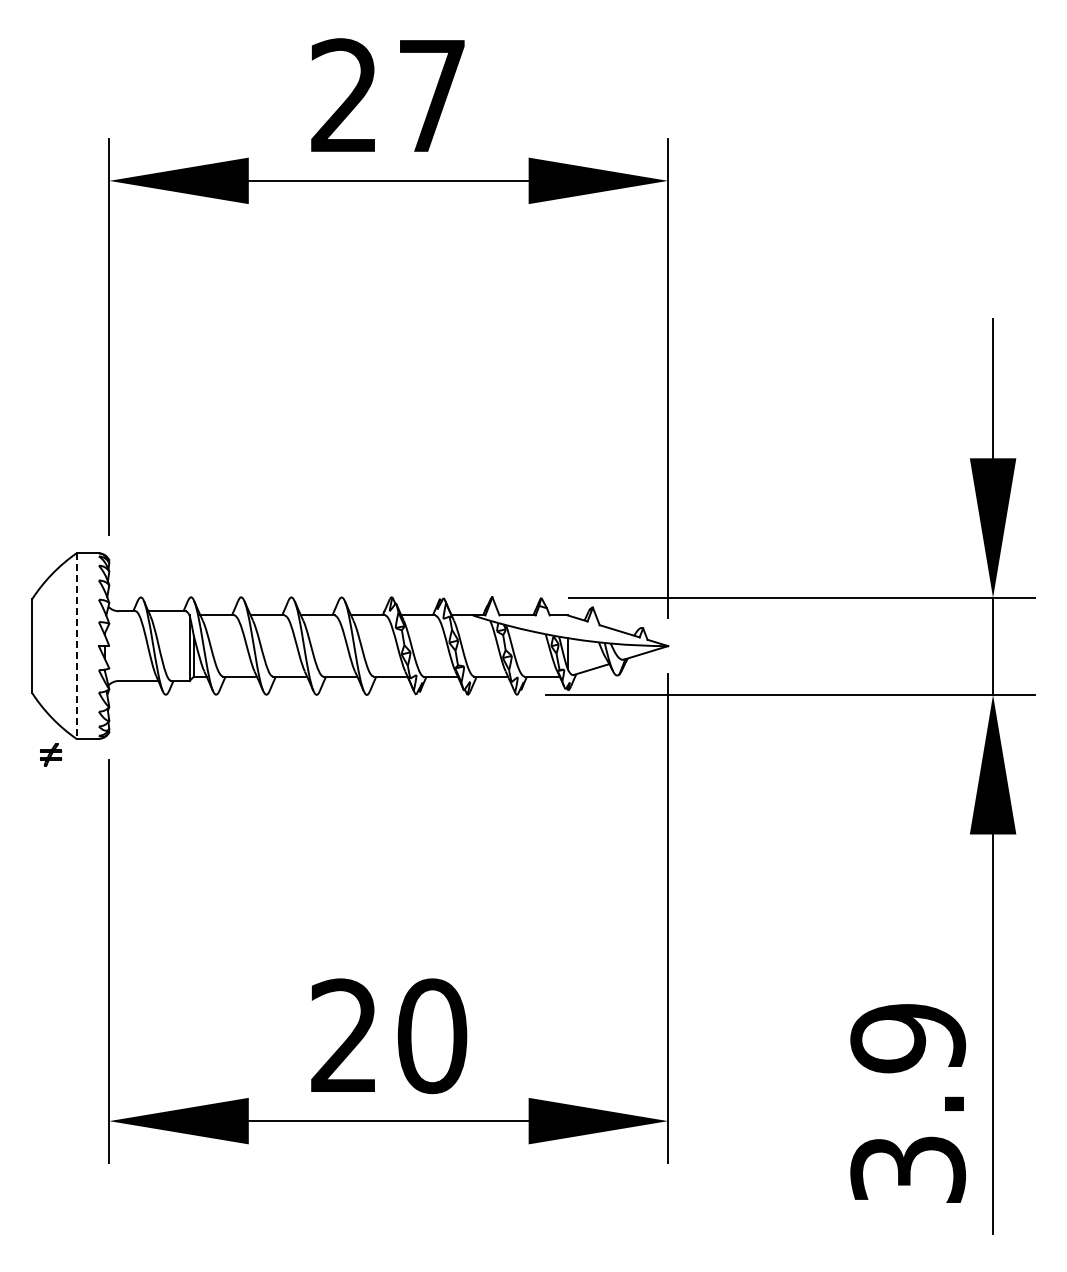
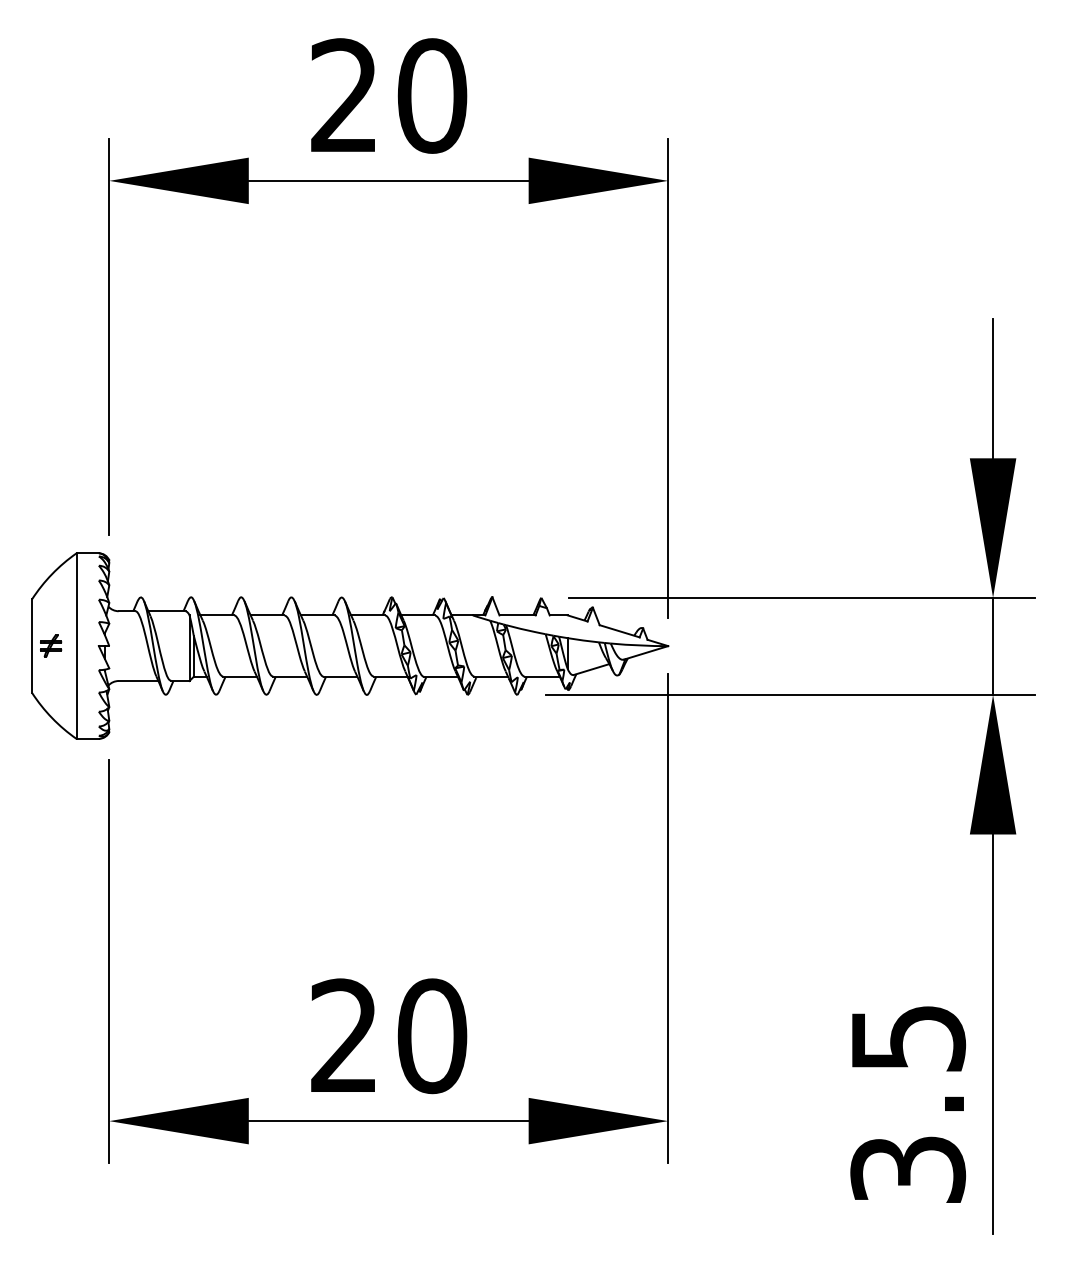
text at (432, 95): 27 -> 20
line at (76, 646): dashed -> solid
part at (51, 754) position: (51, 754) -> (51, 645)
text at (907, 1038): 3.9 -> 3.5
